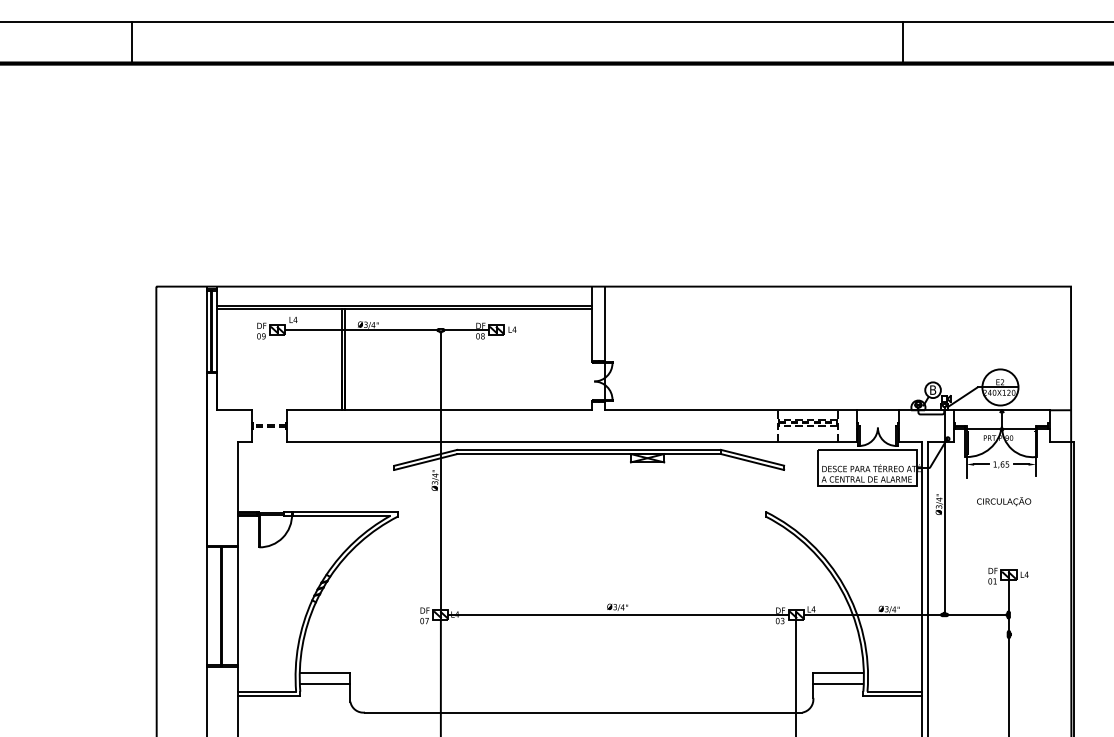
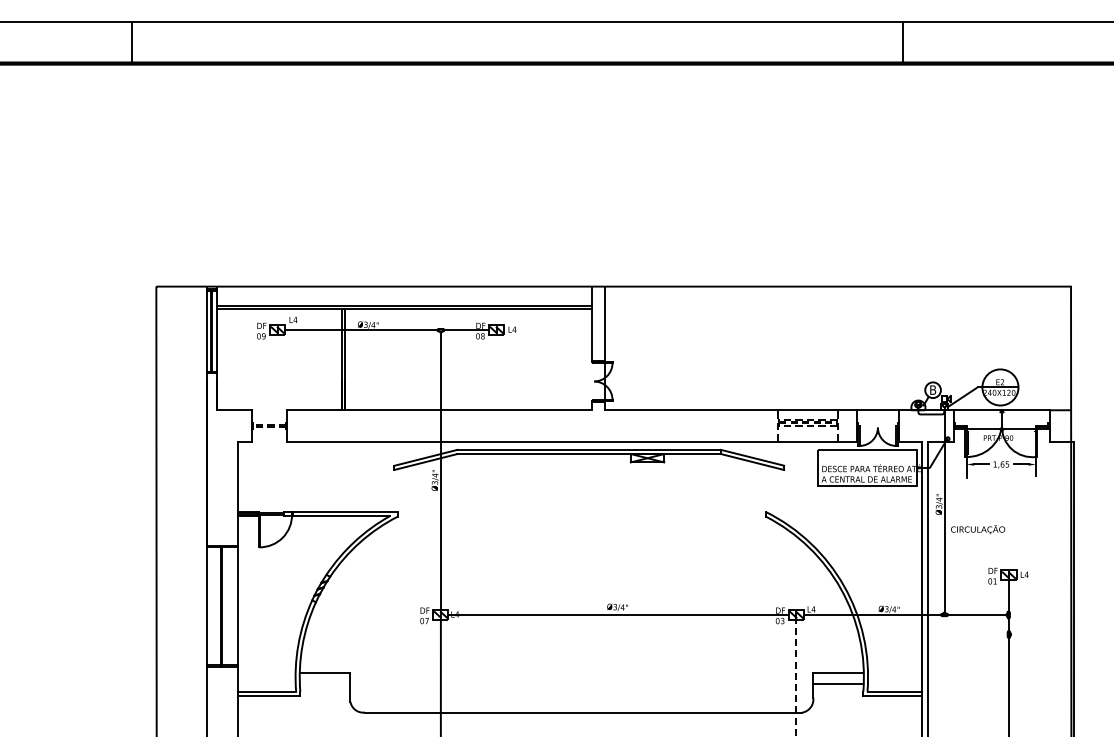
text at (1004, 501) position: (1004, 501) -> (978, 529)
line at (796, 677): solid -> dashed
line at (325, 684): present -> none
